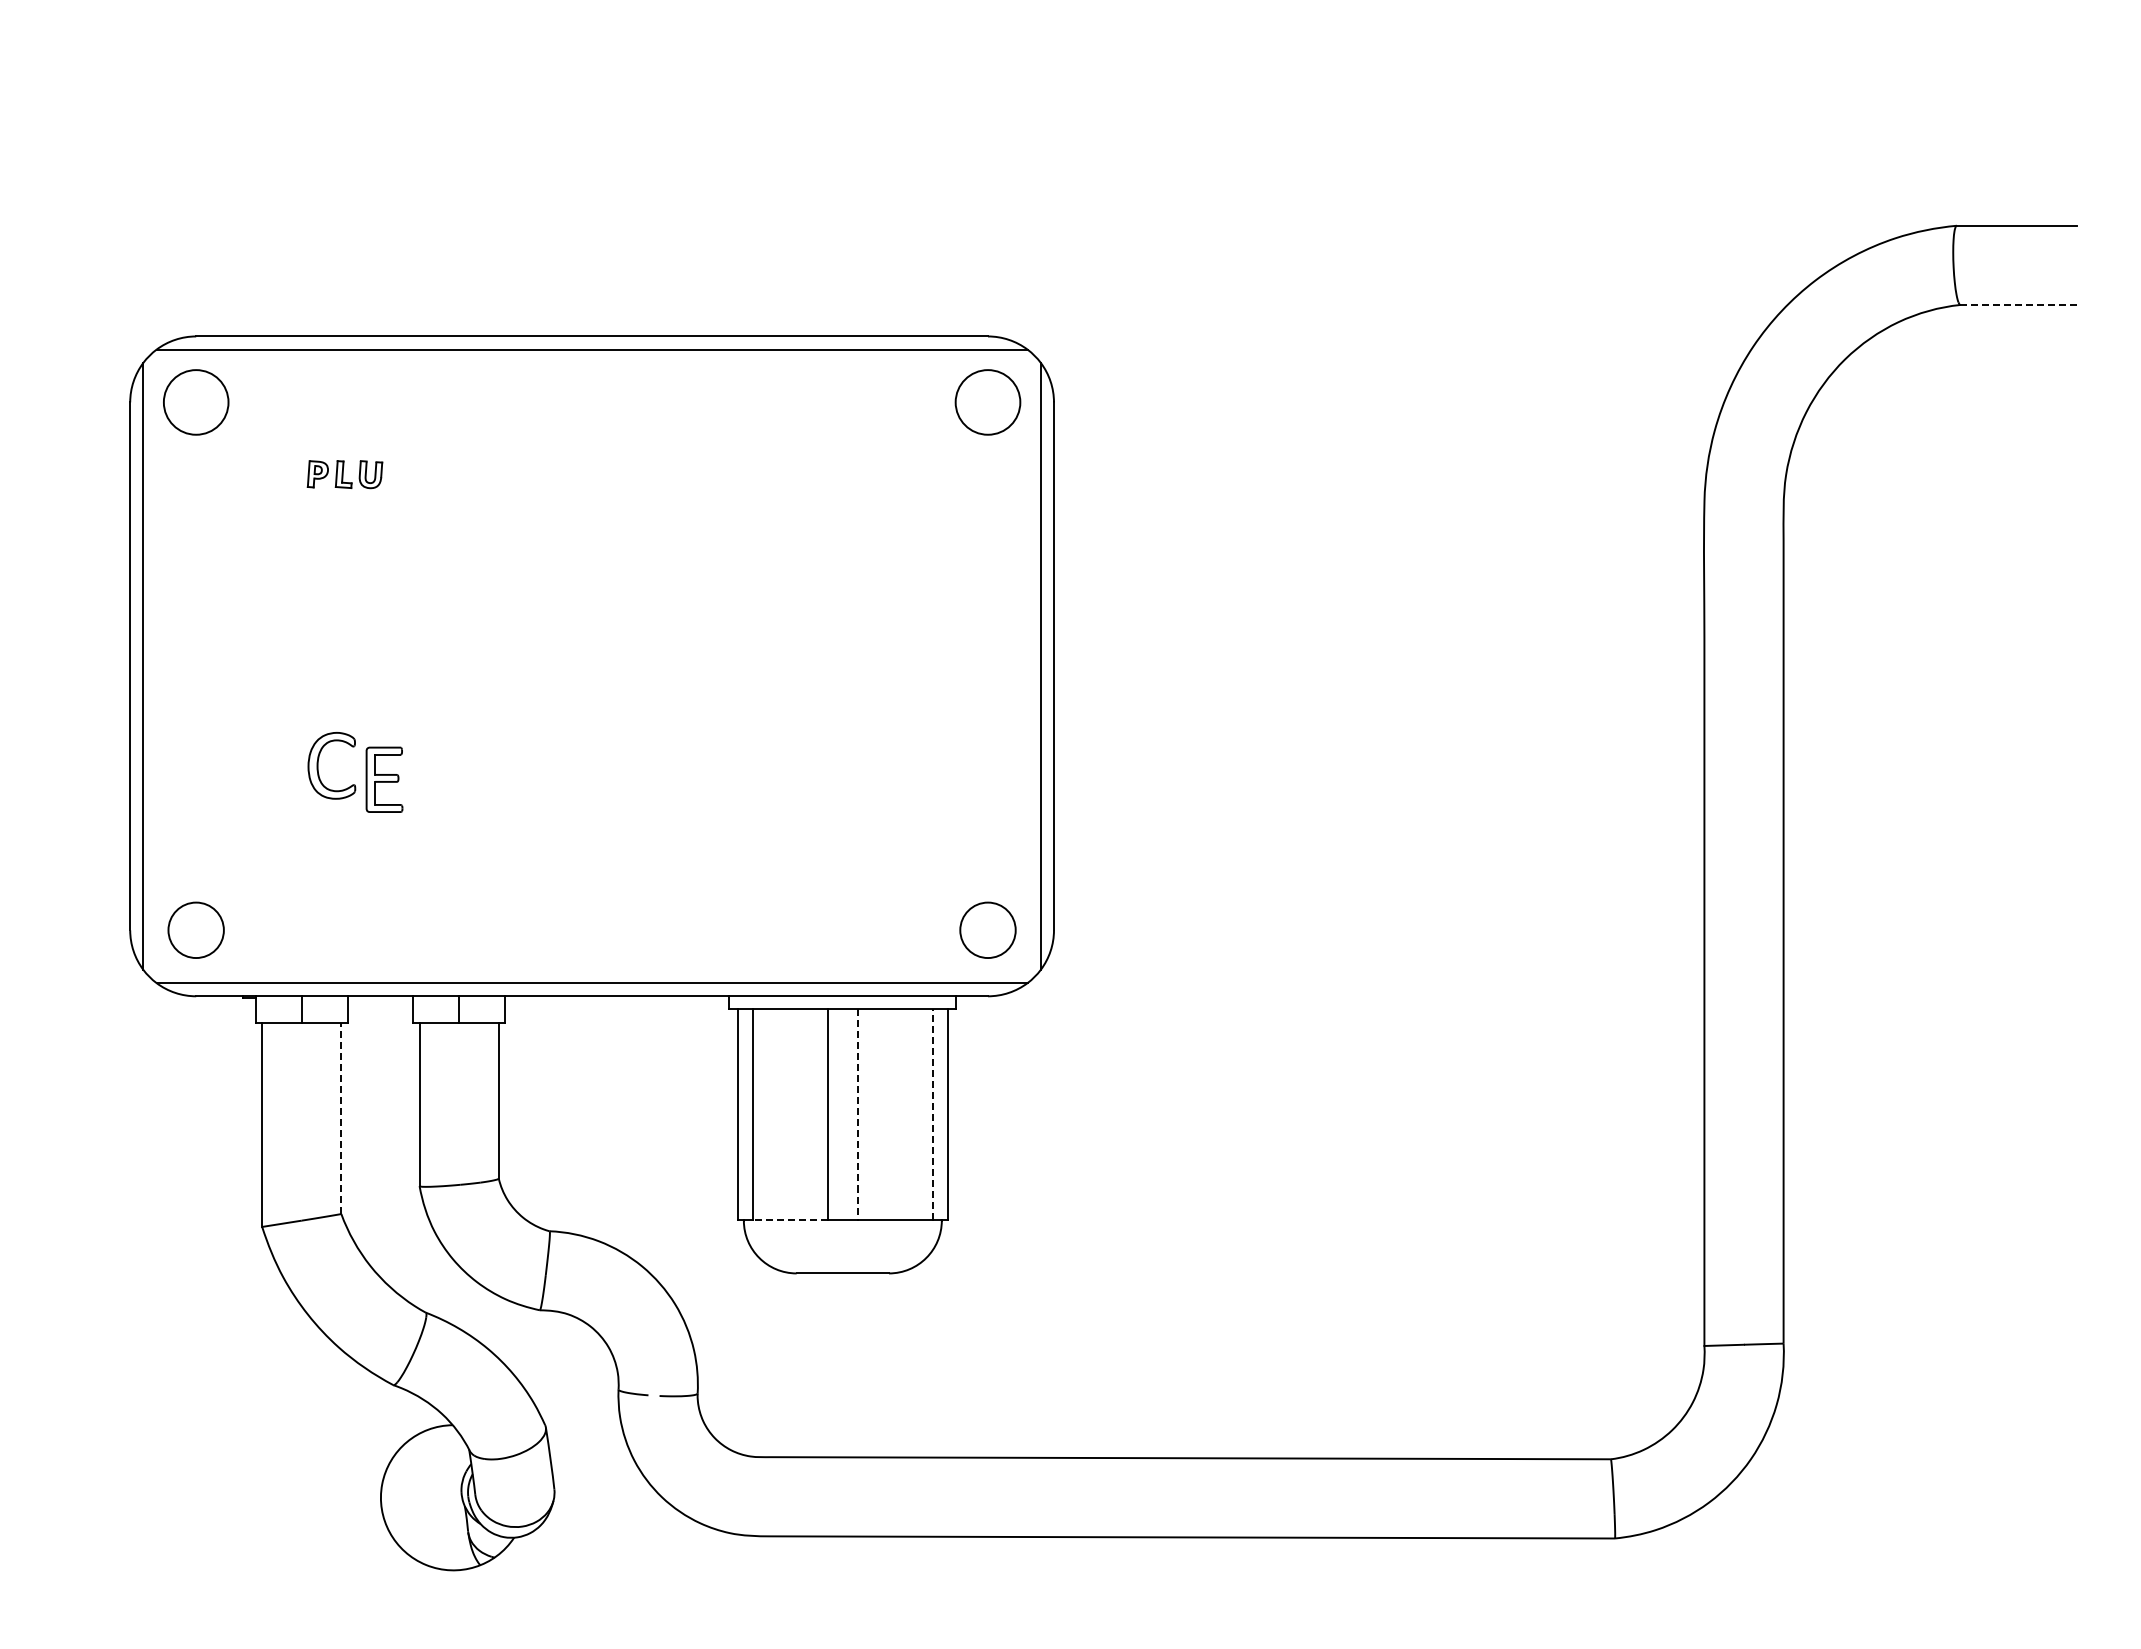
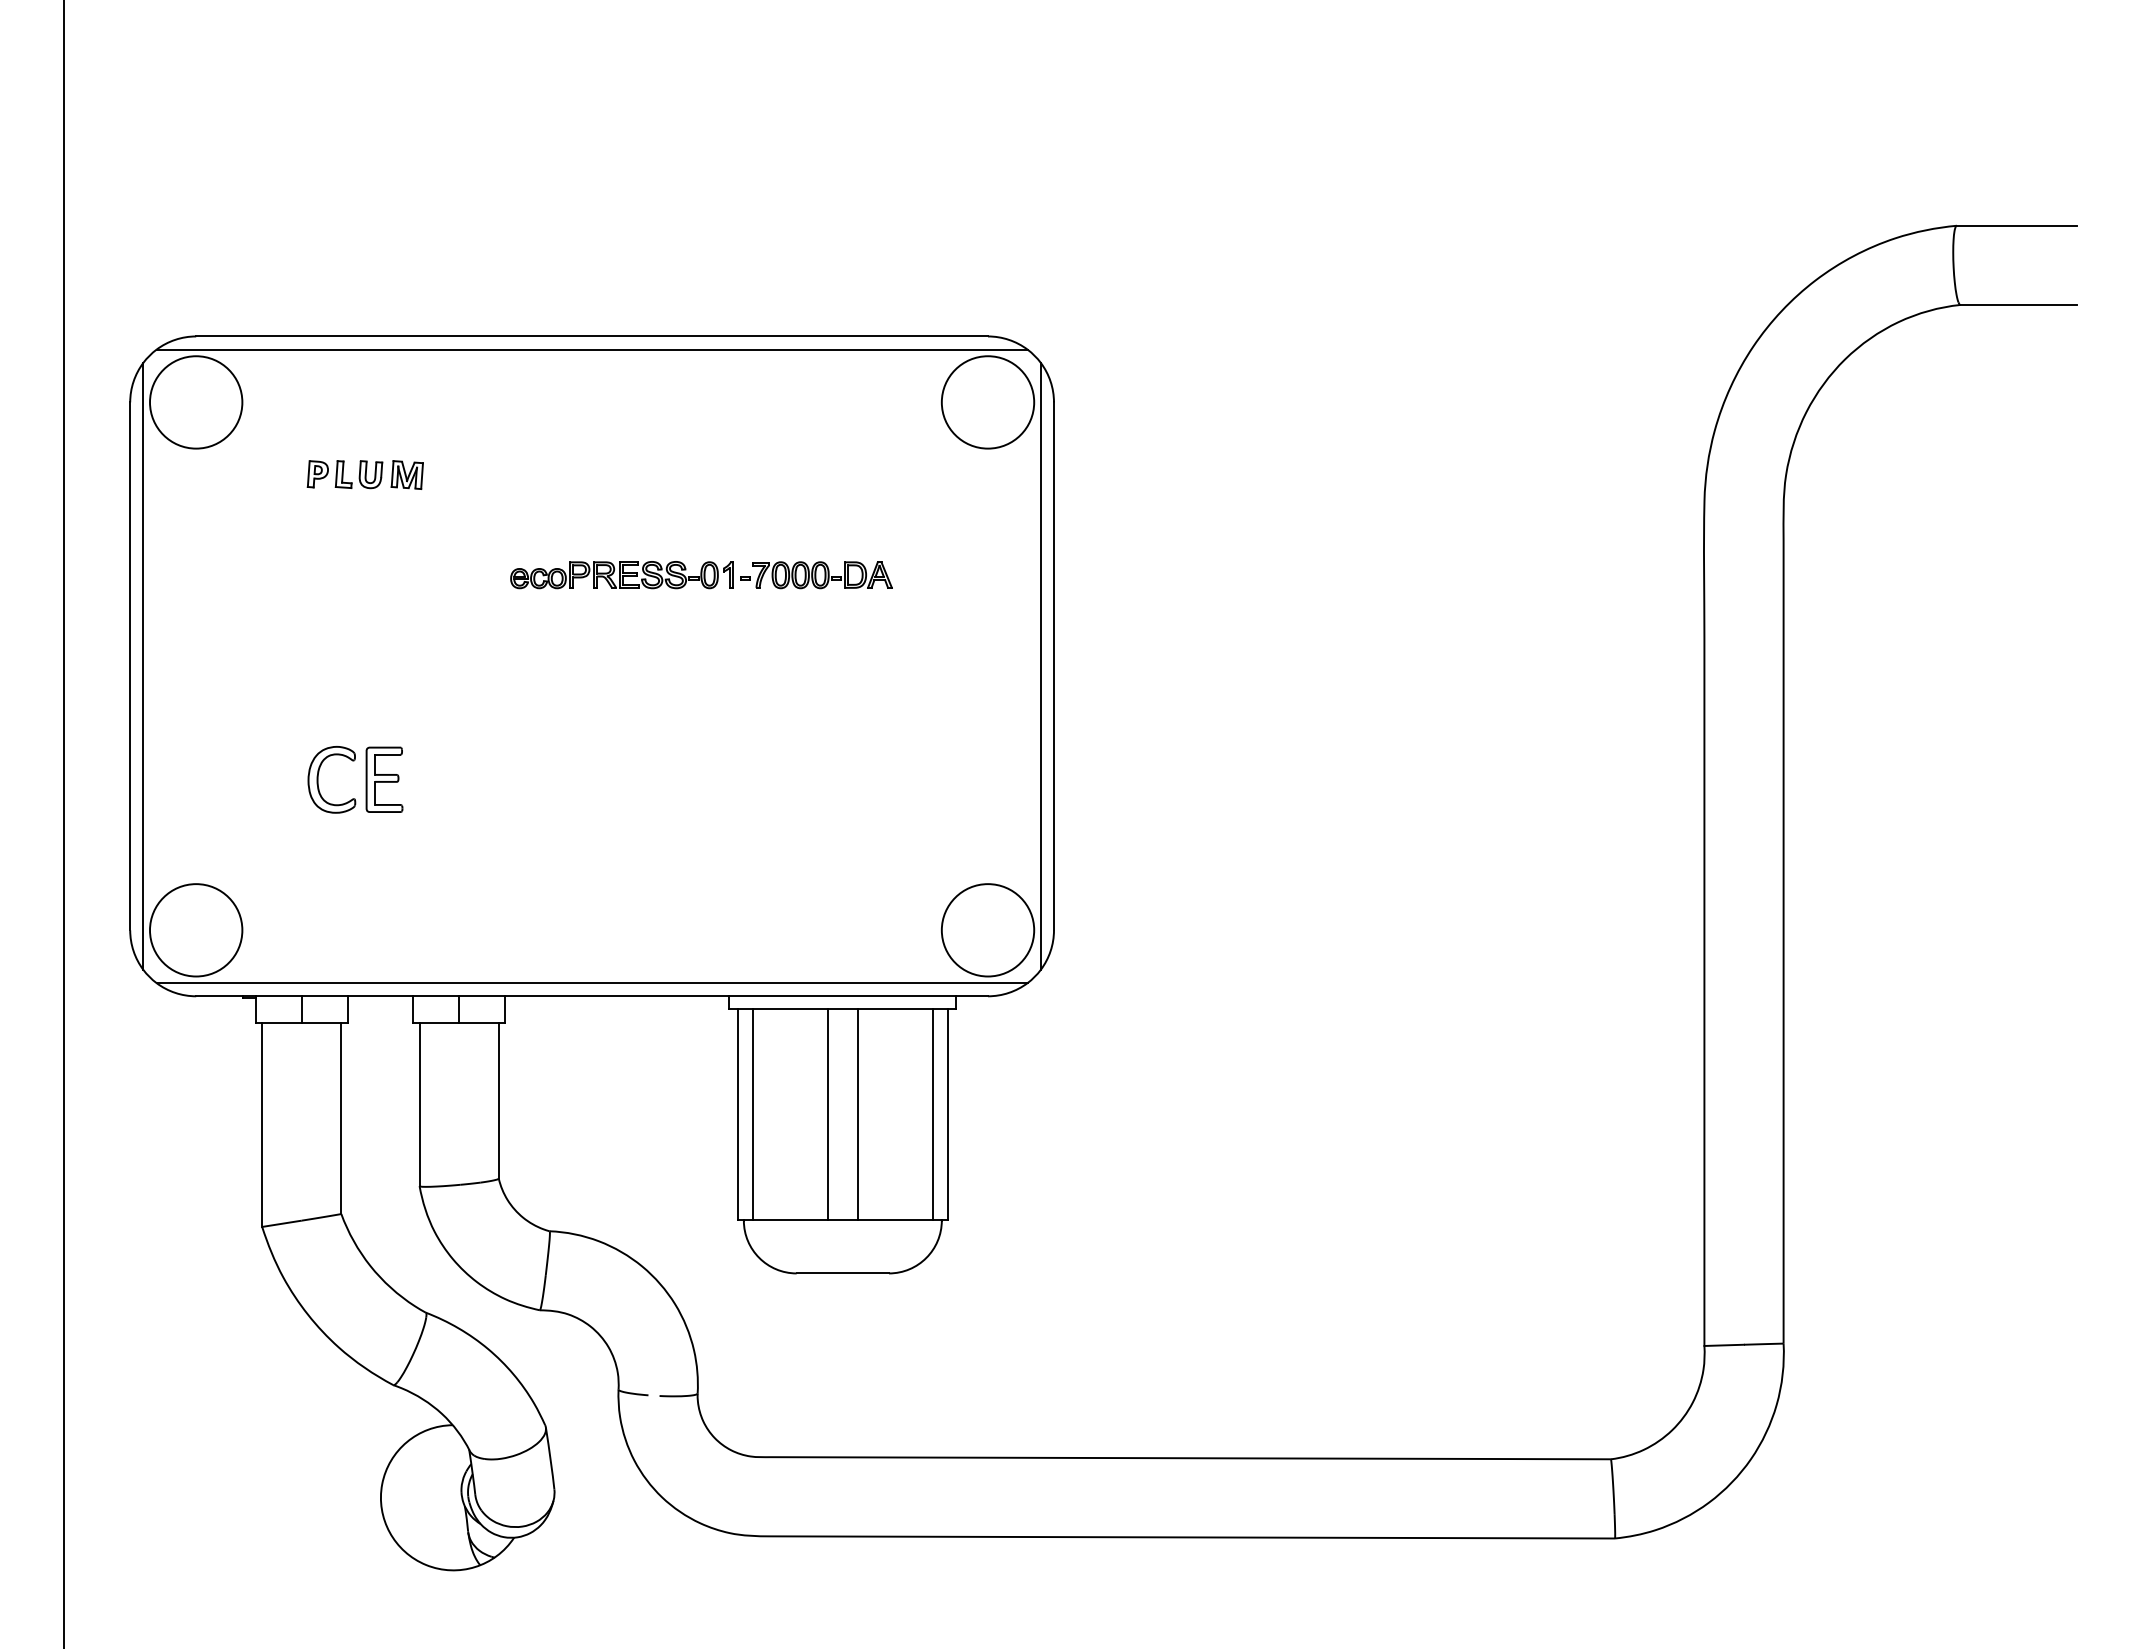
line at (2018, 304): dashed -> solid
circle at (195, 402) diameter: 65 px -> 92 px
circle at (987, 402) diameter: 65 px -> 92 px
part at (406, 474): none -> present
part at (701, 575): none -> present
part at (318, 765) position: (318, 765) -> (318, 779)
line at (64, 823): none -> present
circle at (195, 930) diameter: 55 px -> 92 px
circle at (987, 930) diameter: 55 px -> 92 px
line at (932, 1114): dashed -> solid
line at (857, 1115): dashed -> solid
line at (341, 1118): dashed -> solid
line at (790, 1219): dashed -> solid
